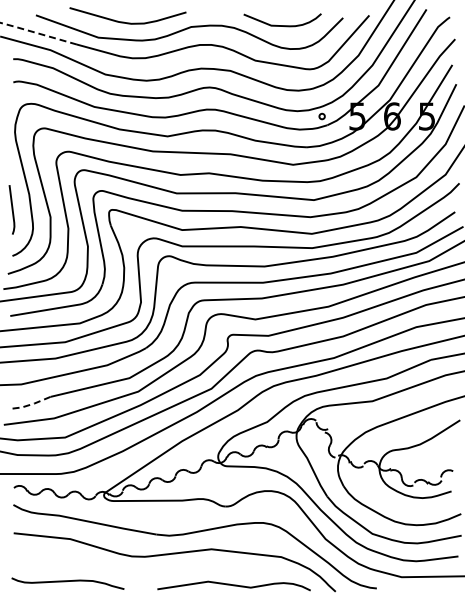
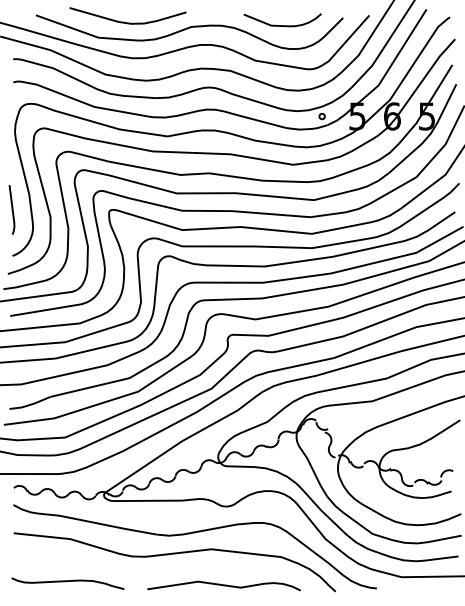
line at (37, 33): dashed -> solid
line at (30, 404): dashed -> solid
curve at (233, 585) position: (233, 585) -> (223, 585)
